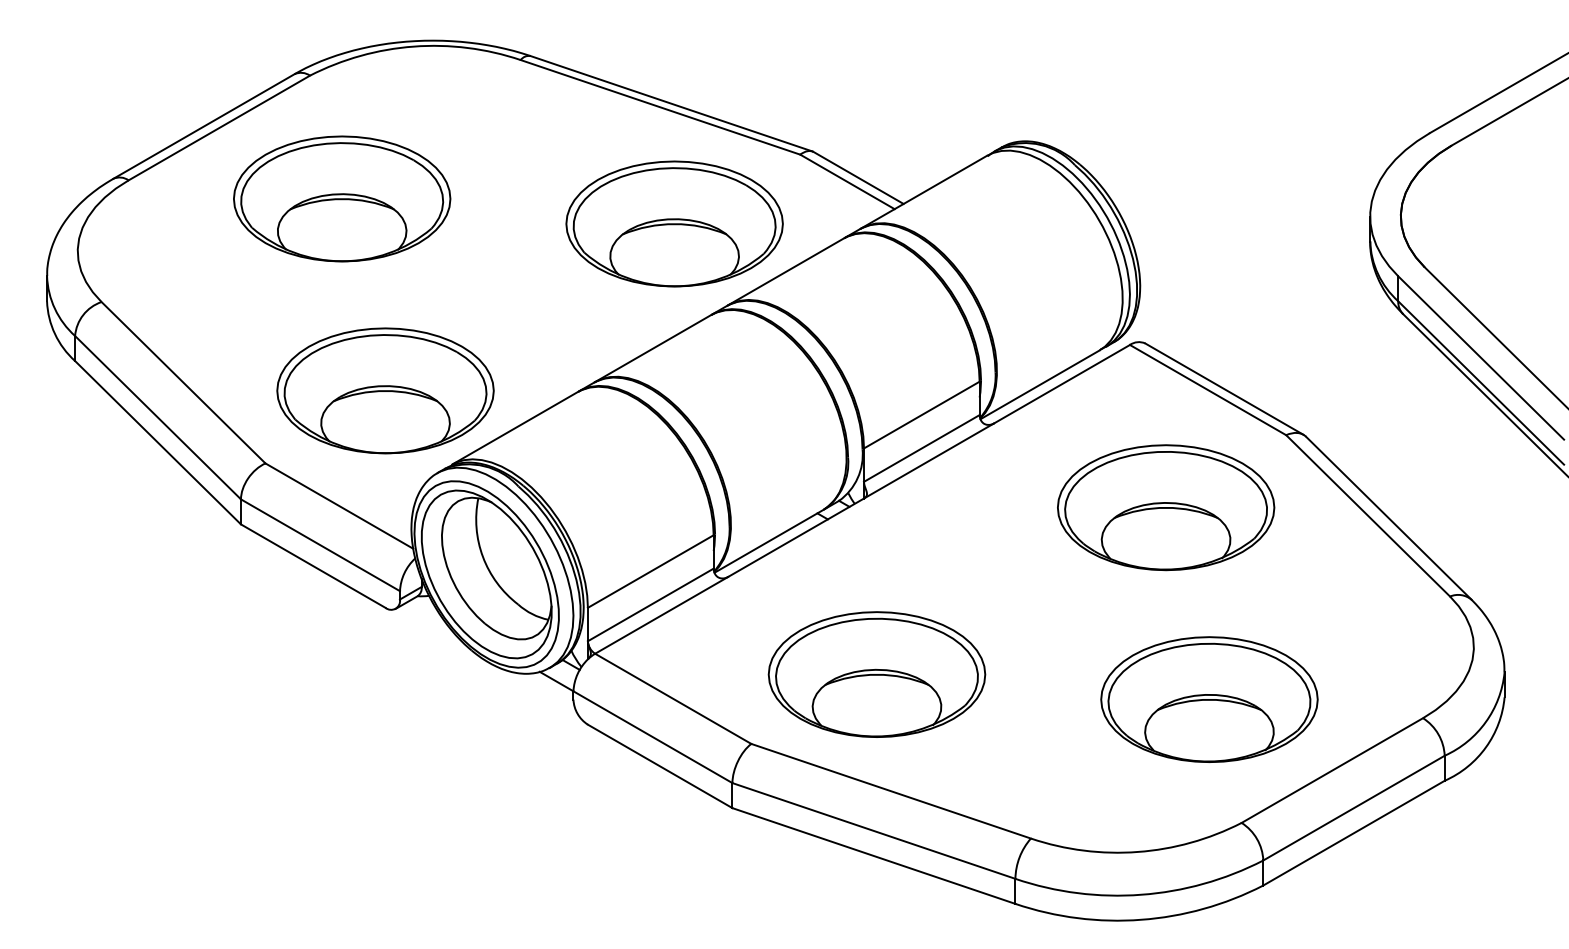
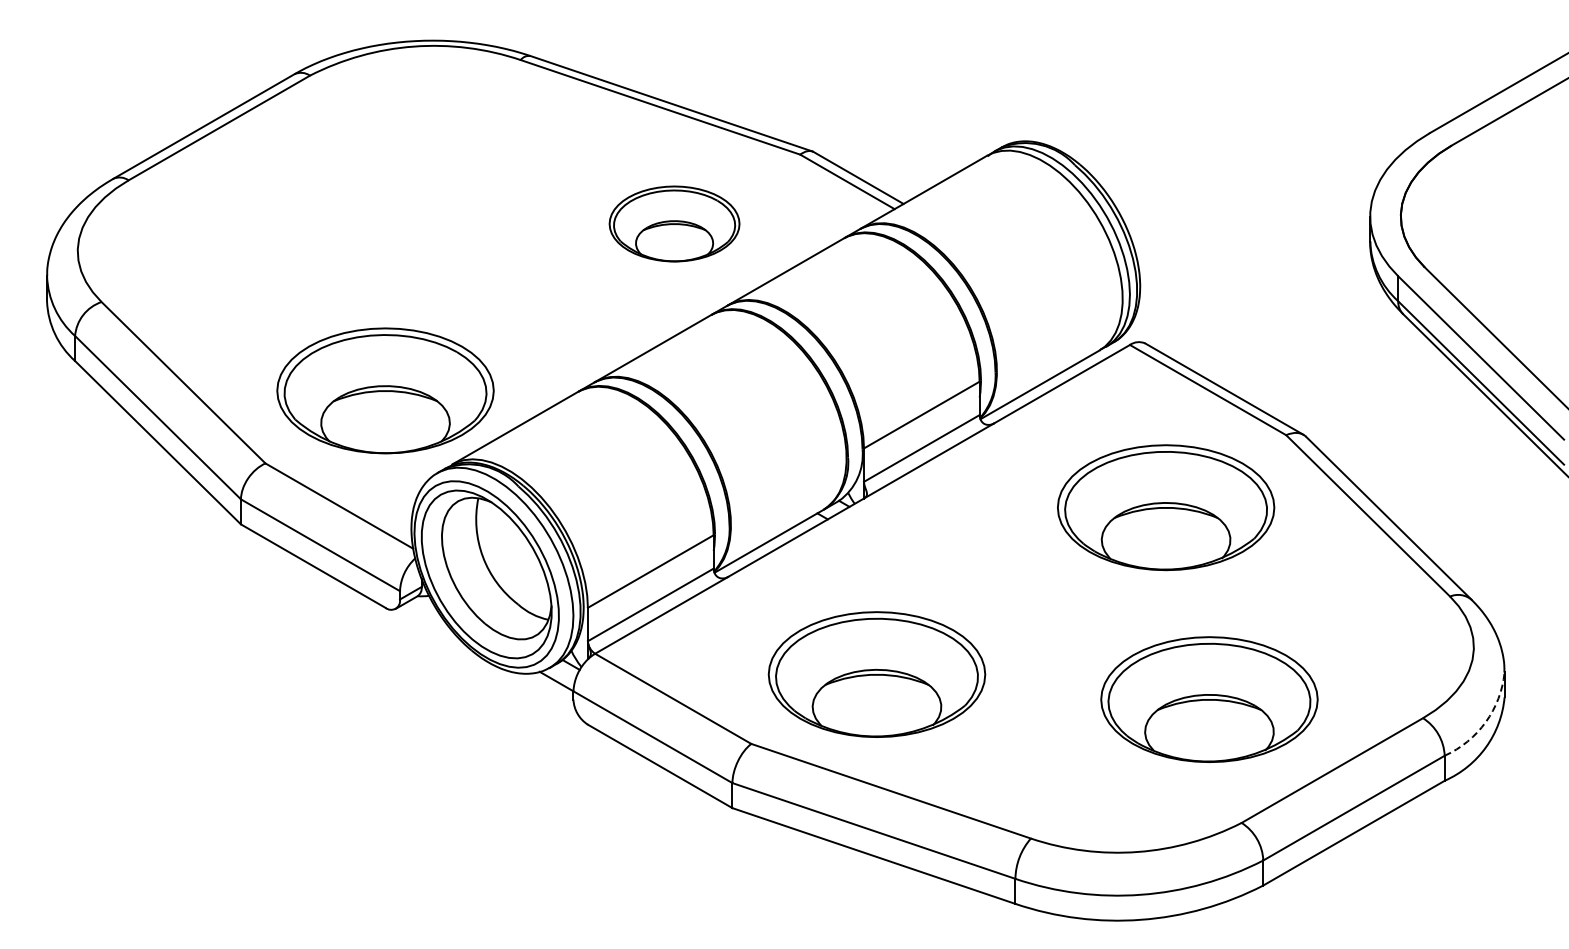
part at (342, 198): present -> none
part at (674, 223) size: 219x128 px -> 133x78 px
arc at (1485, 722): solid -> dashed
